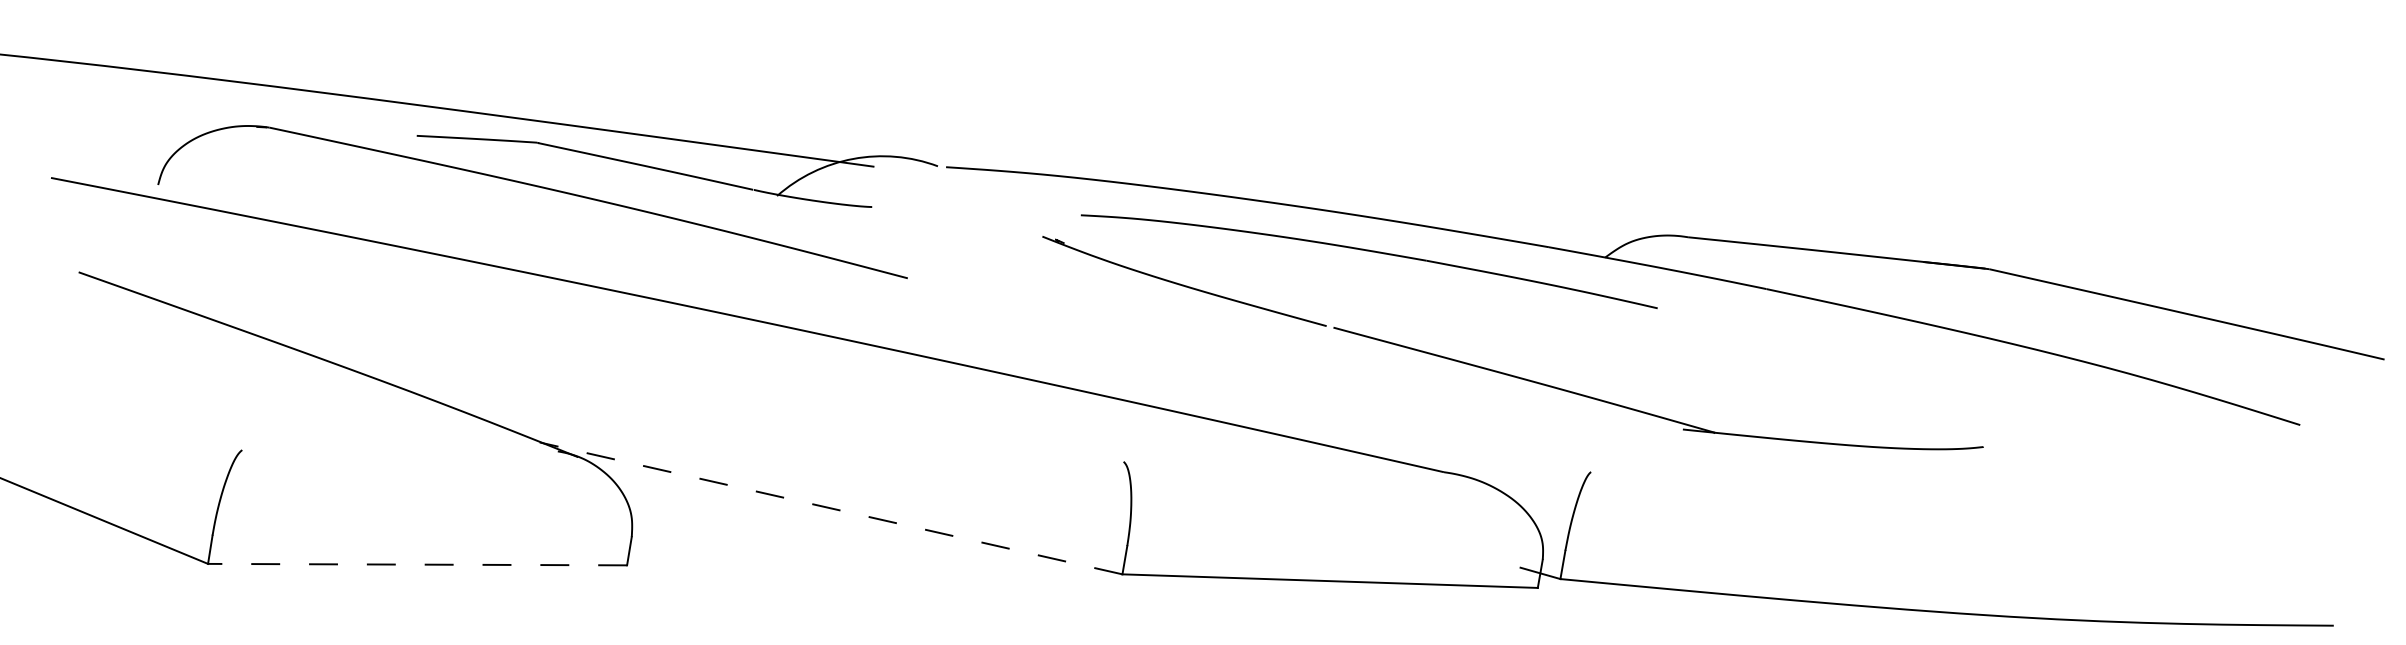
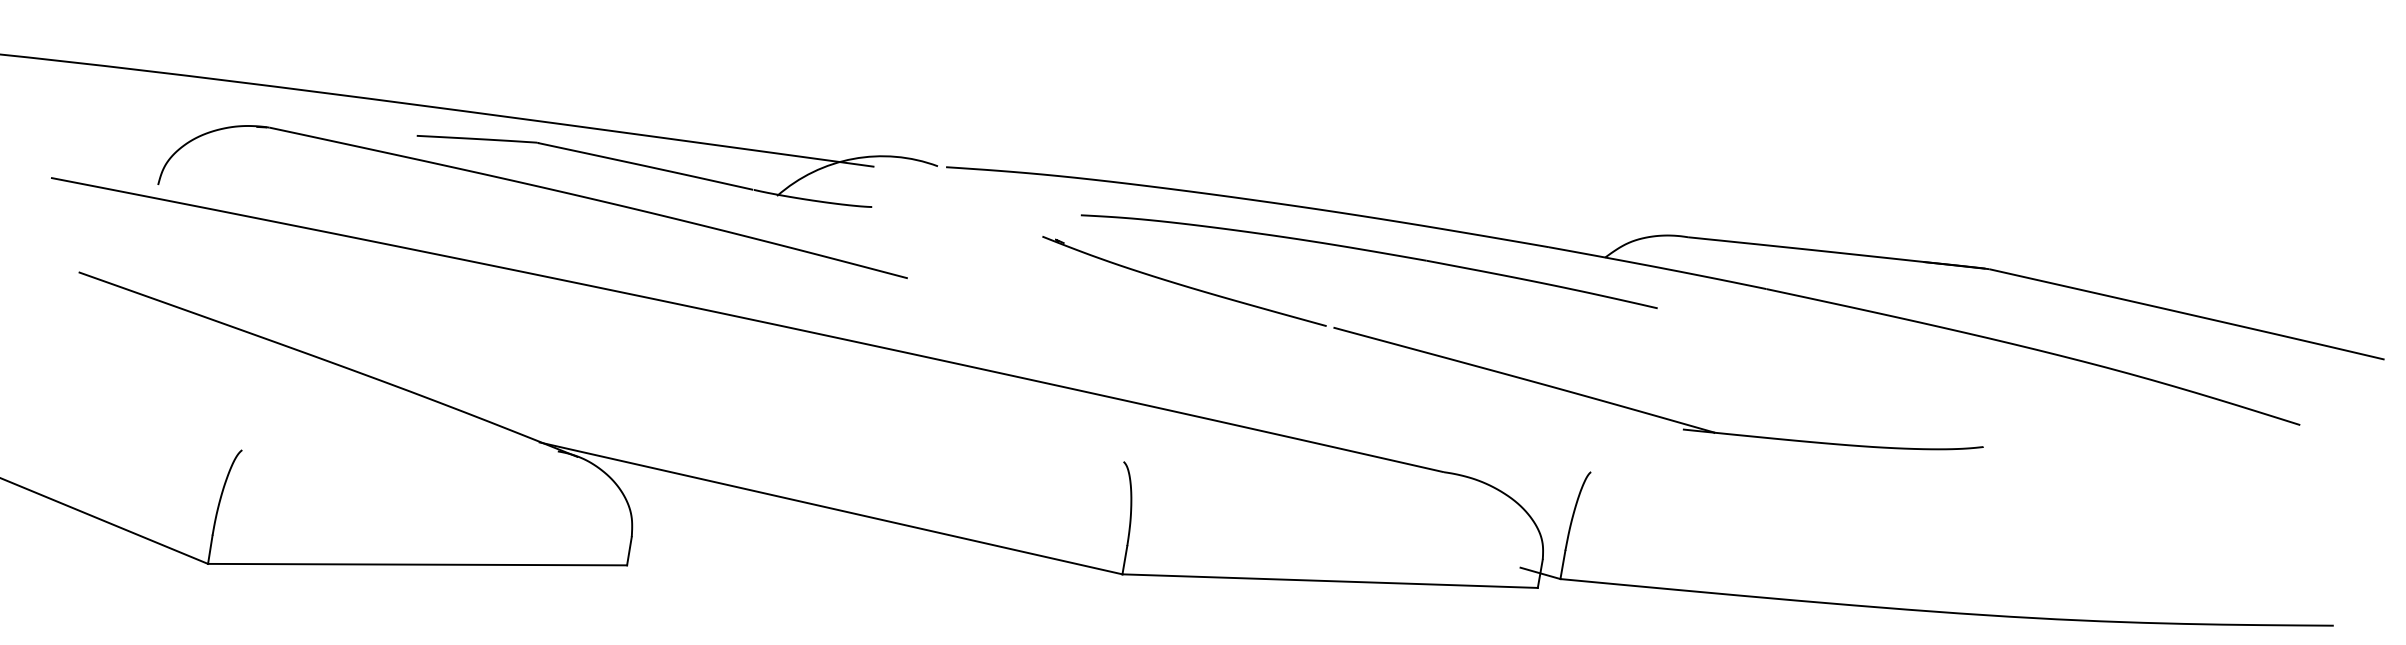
line at (831, 508): dashed -> solid
line at (417, 564): dashed -> solid
